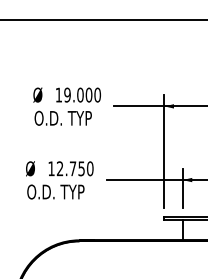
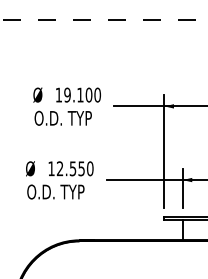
line at (104, 19): solid -> dashed
text at (80, 94): 19.000 -> 19.100
text at (72, 168): 12.750 -> 12.550
